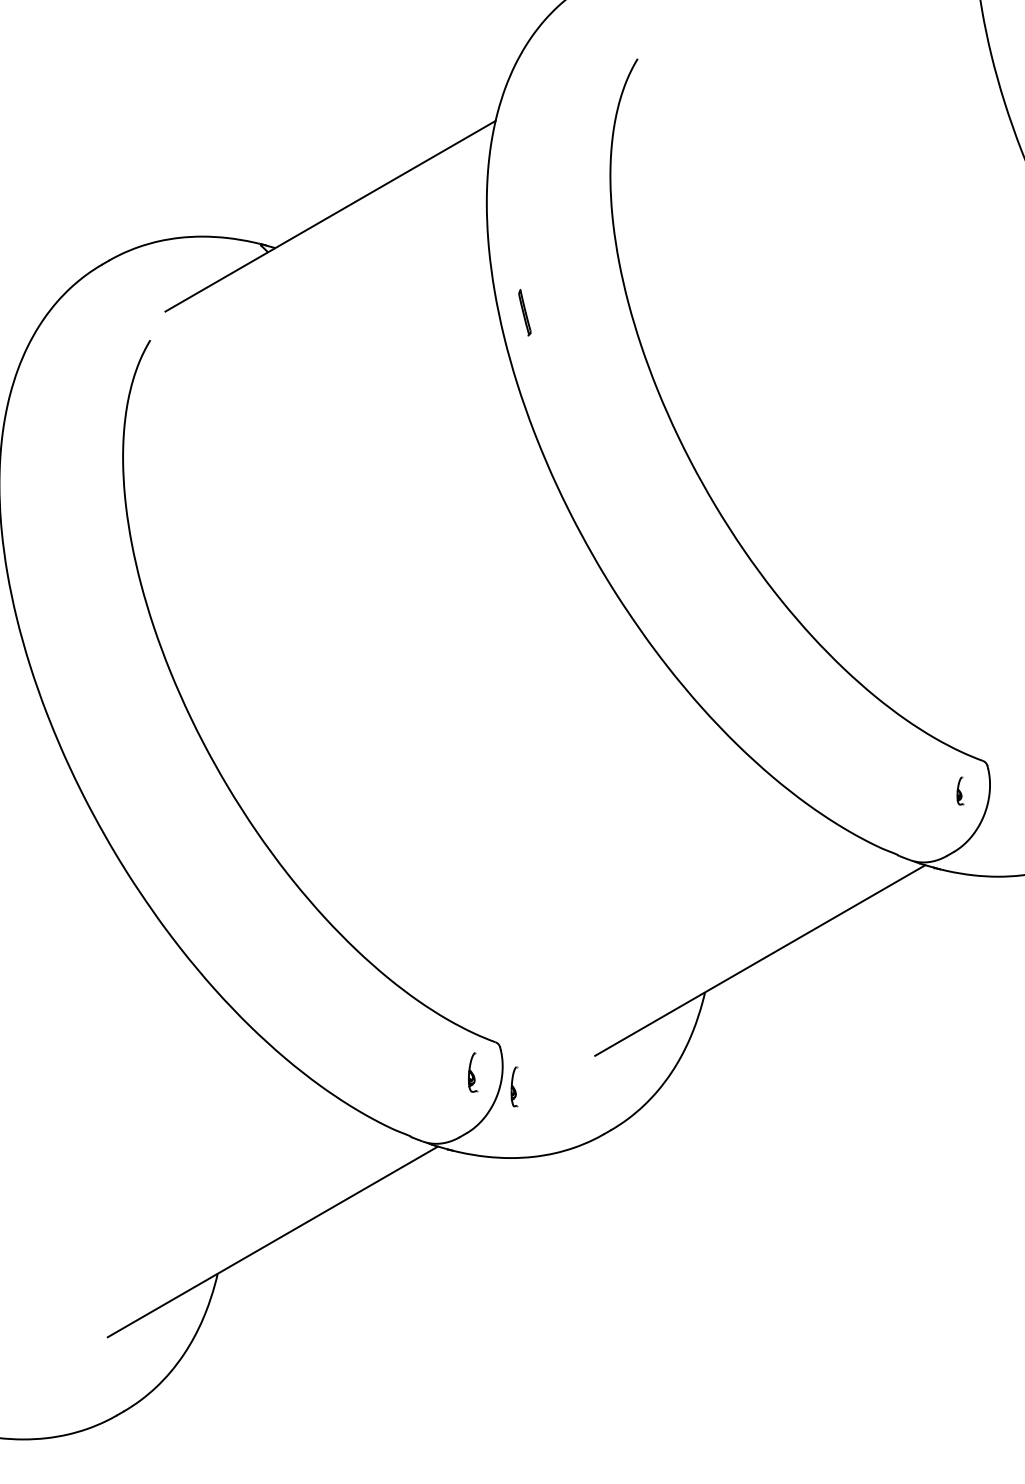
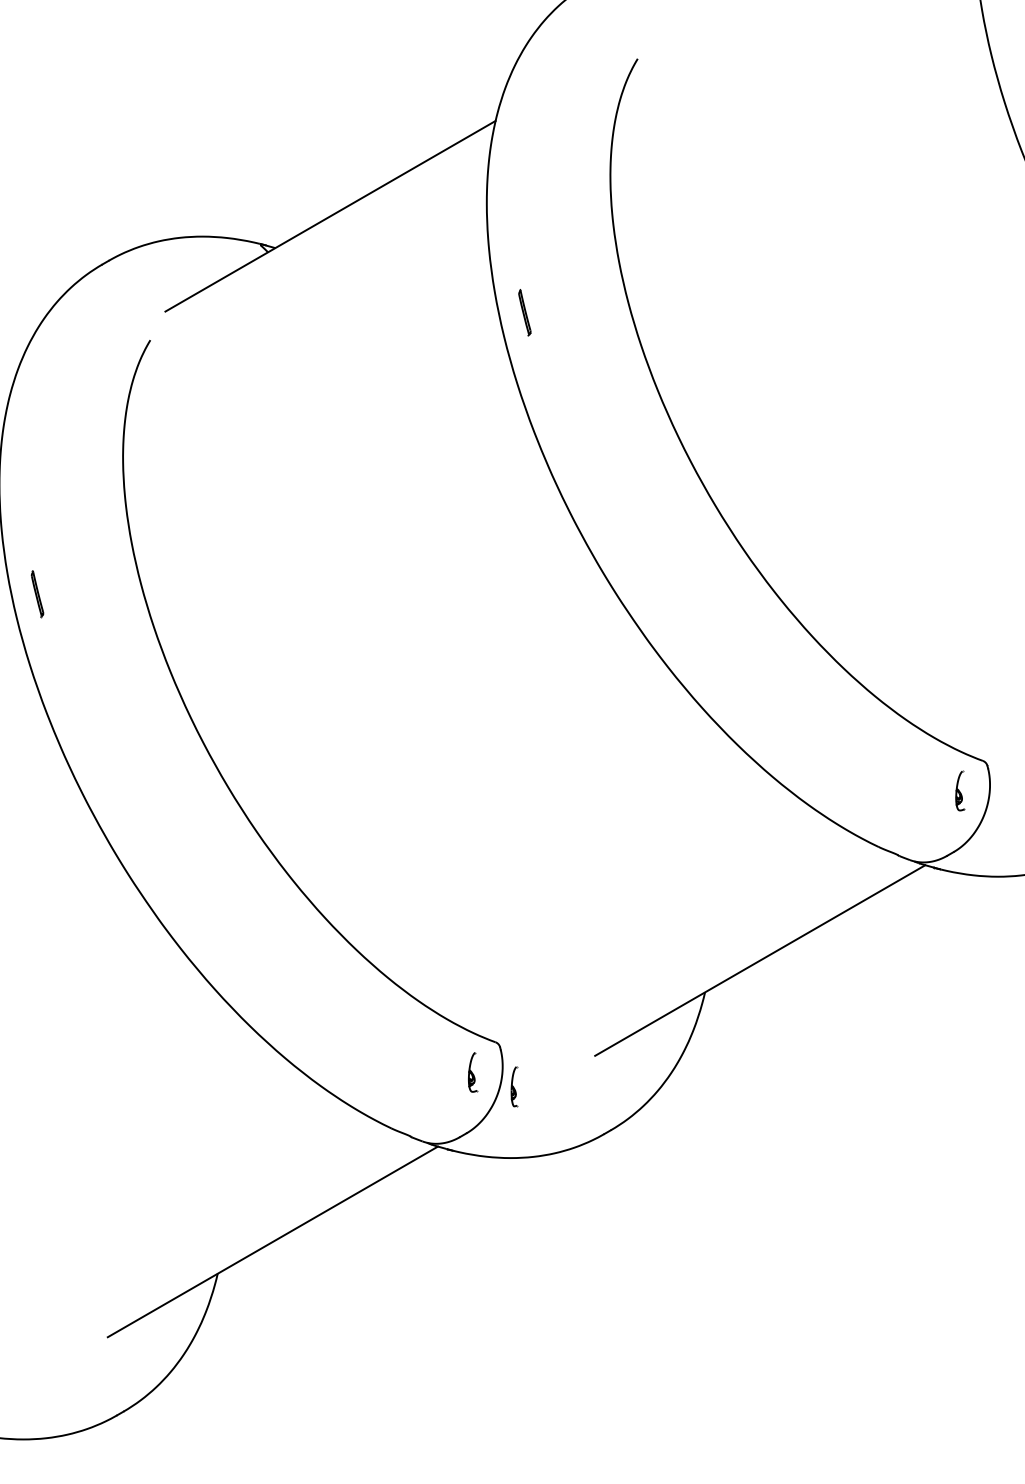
part at (37, 594): none -> present
part at (960, 790) size: 9x30 px -> 11x42 px
